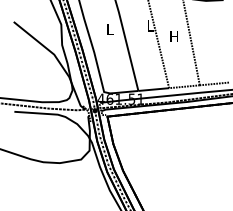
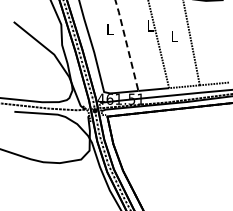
text at (173, 36): H -> L
line at (127, 45): solid -> dashed
